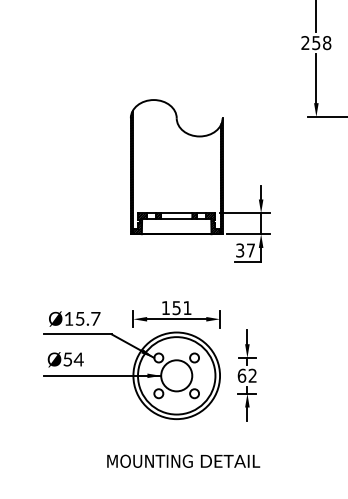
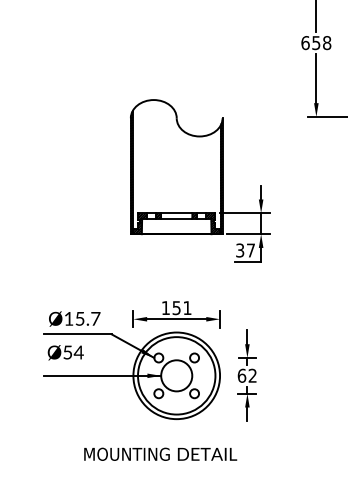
text at (305, 43): 258 -> 658
text at (65, 359) position: (65, 359) -> (65, 352)
text at (183, 460) position: (183, 460) -> (160, 453)
